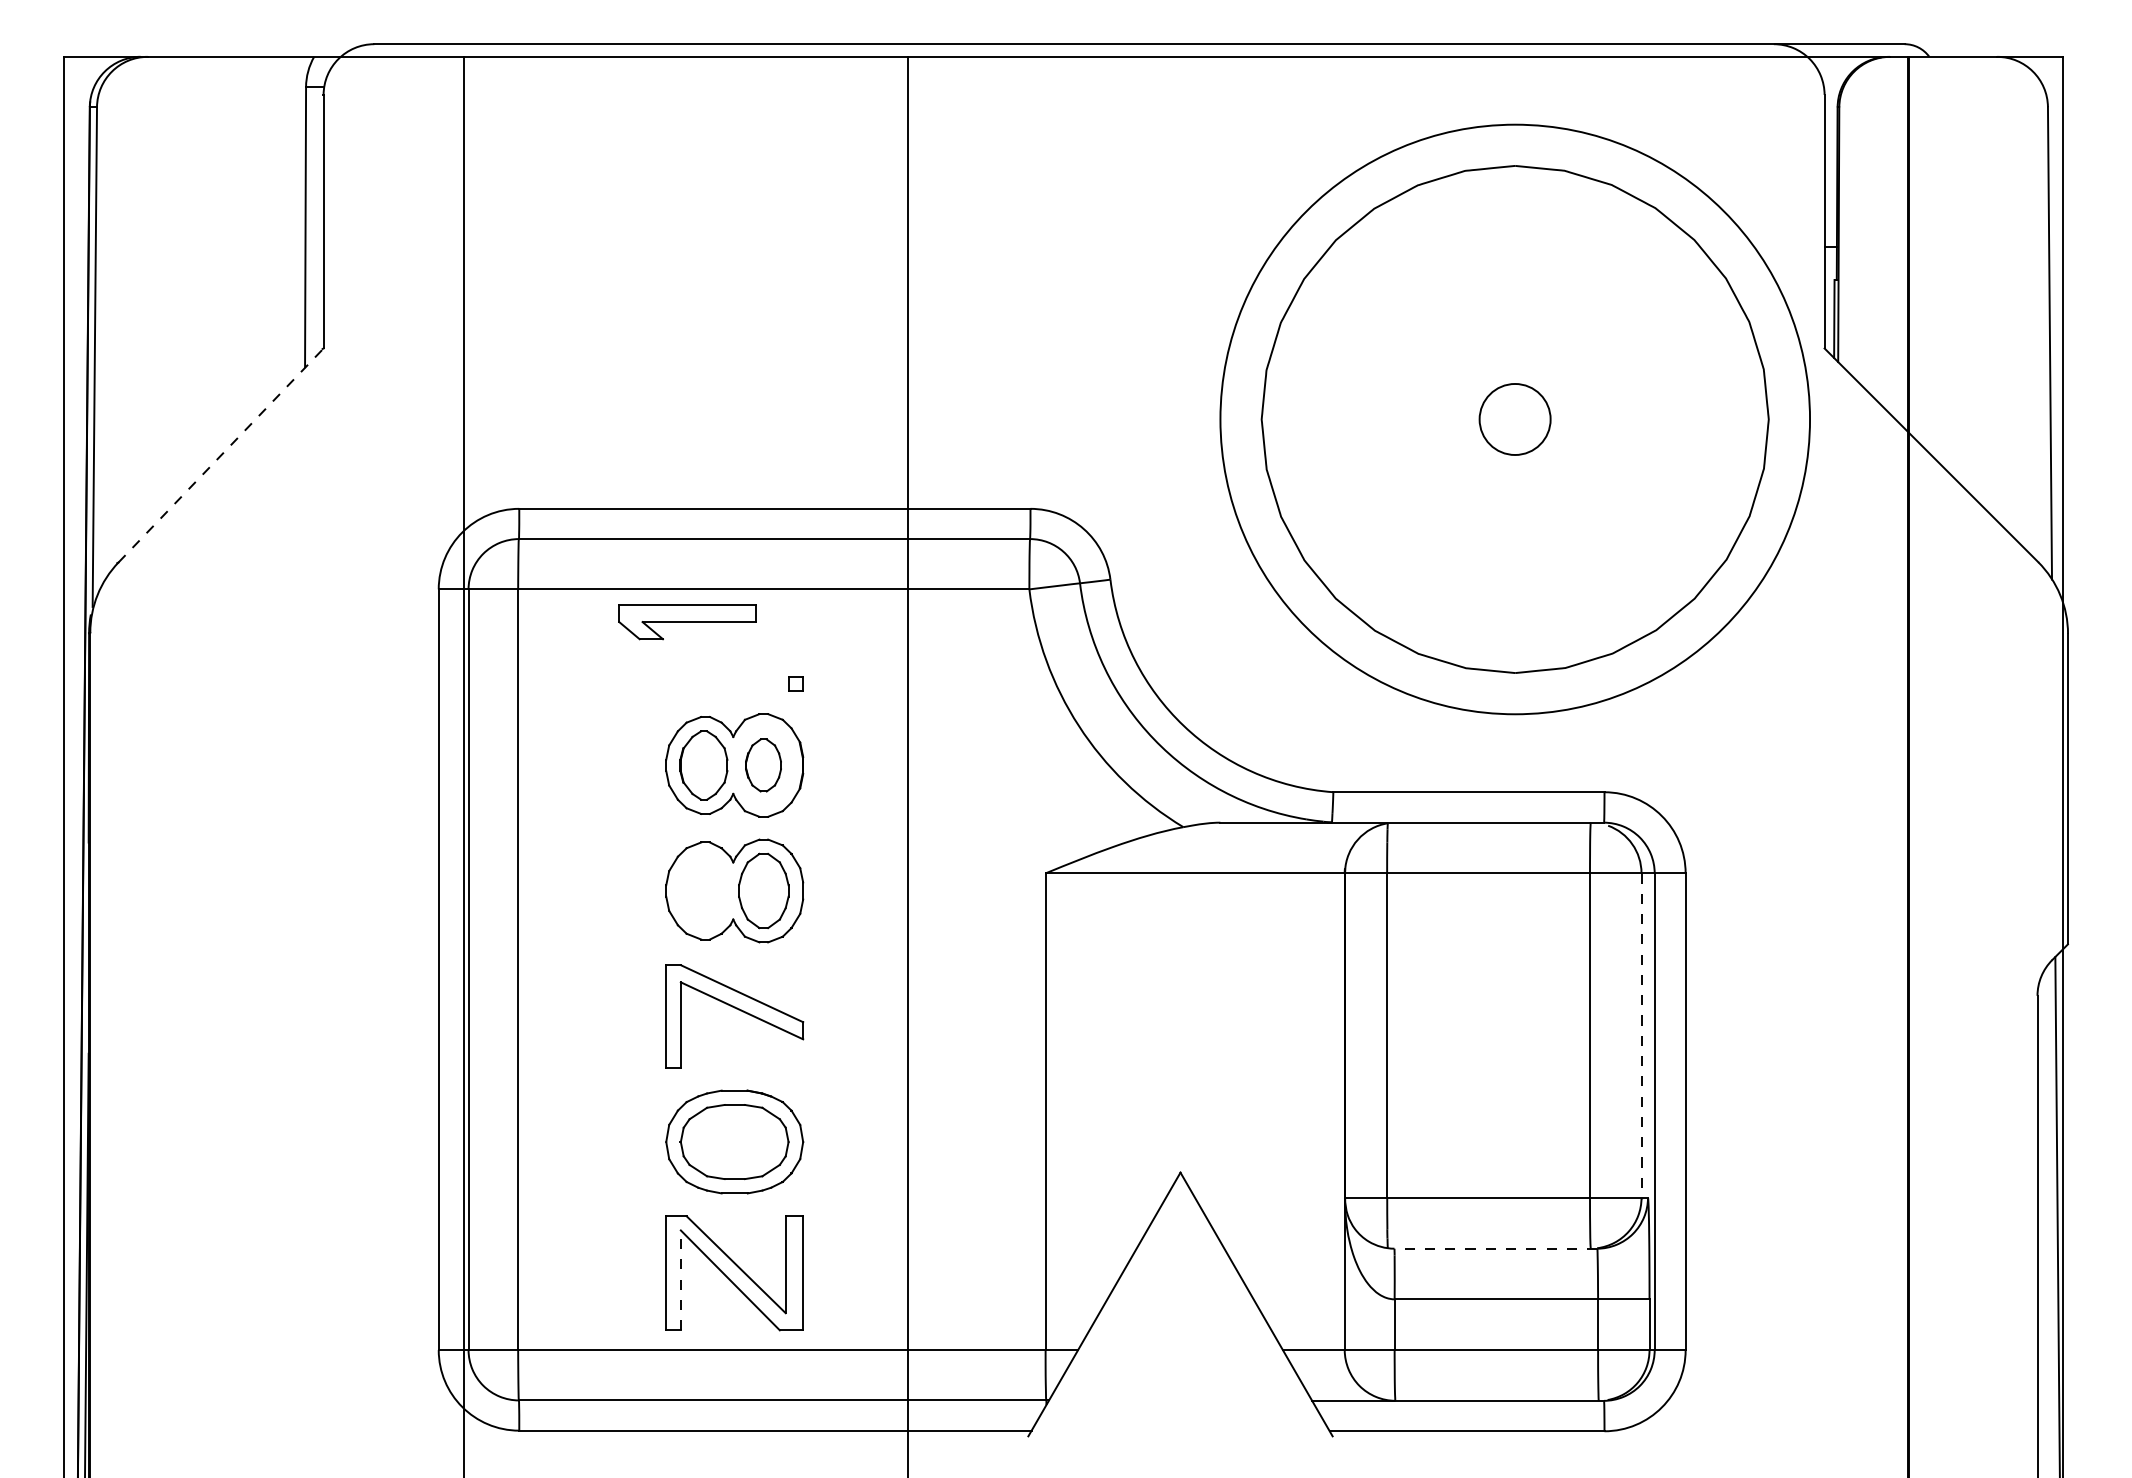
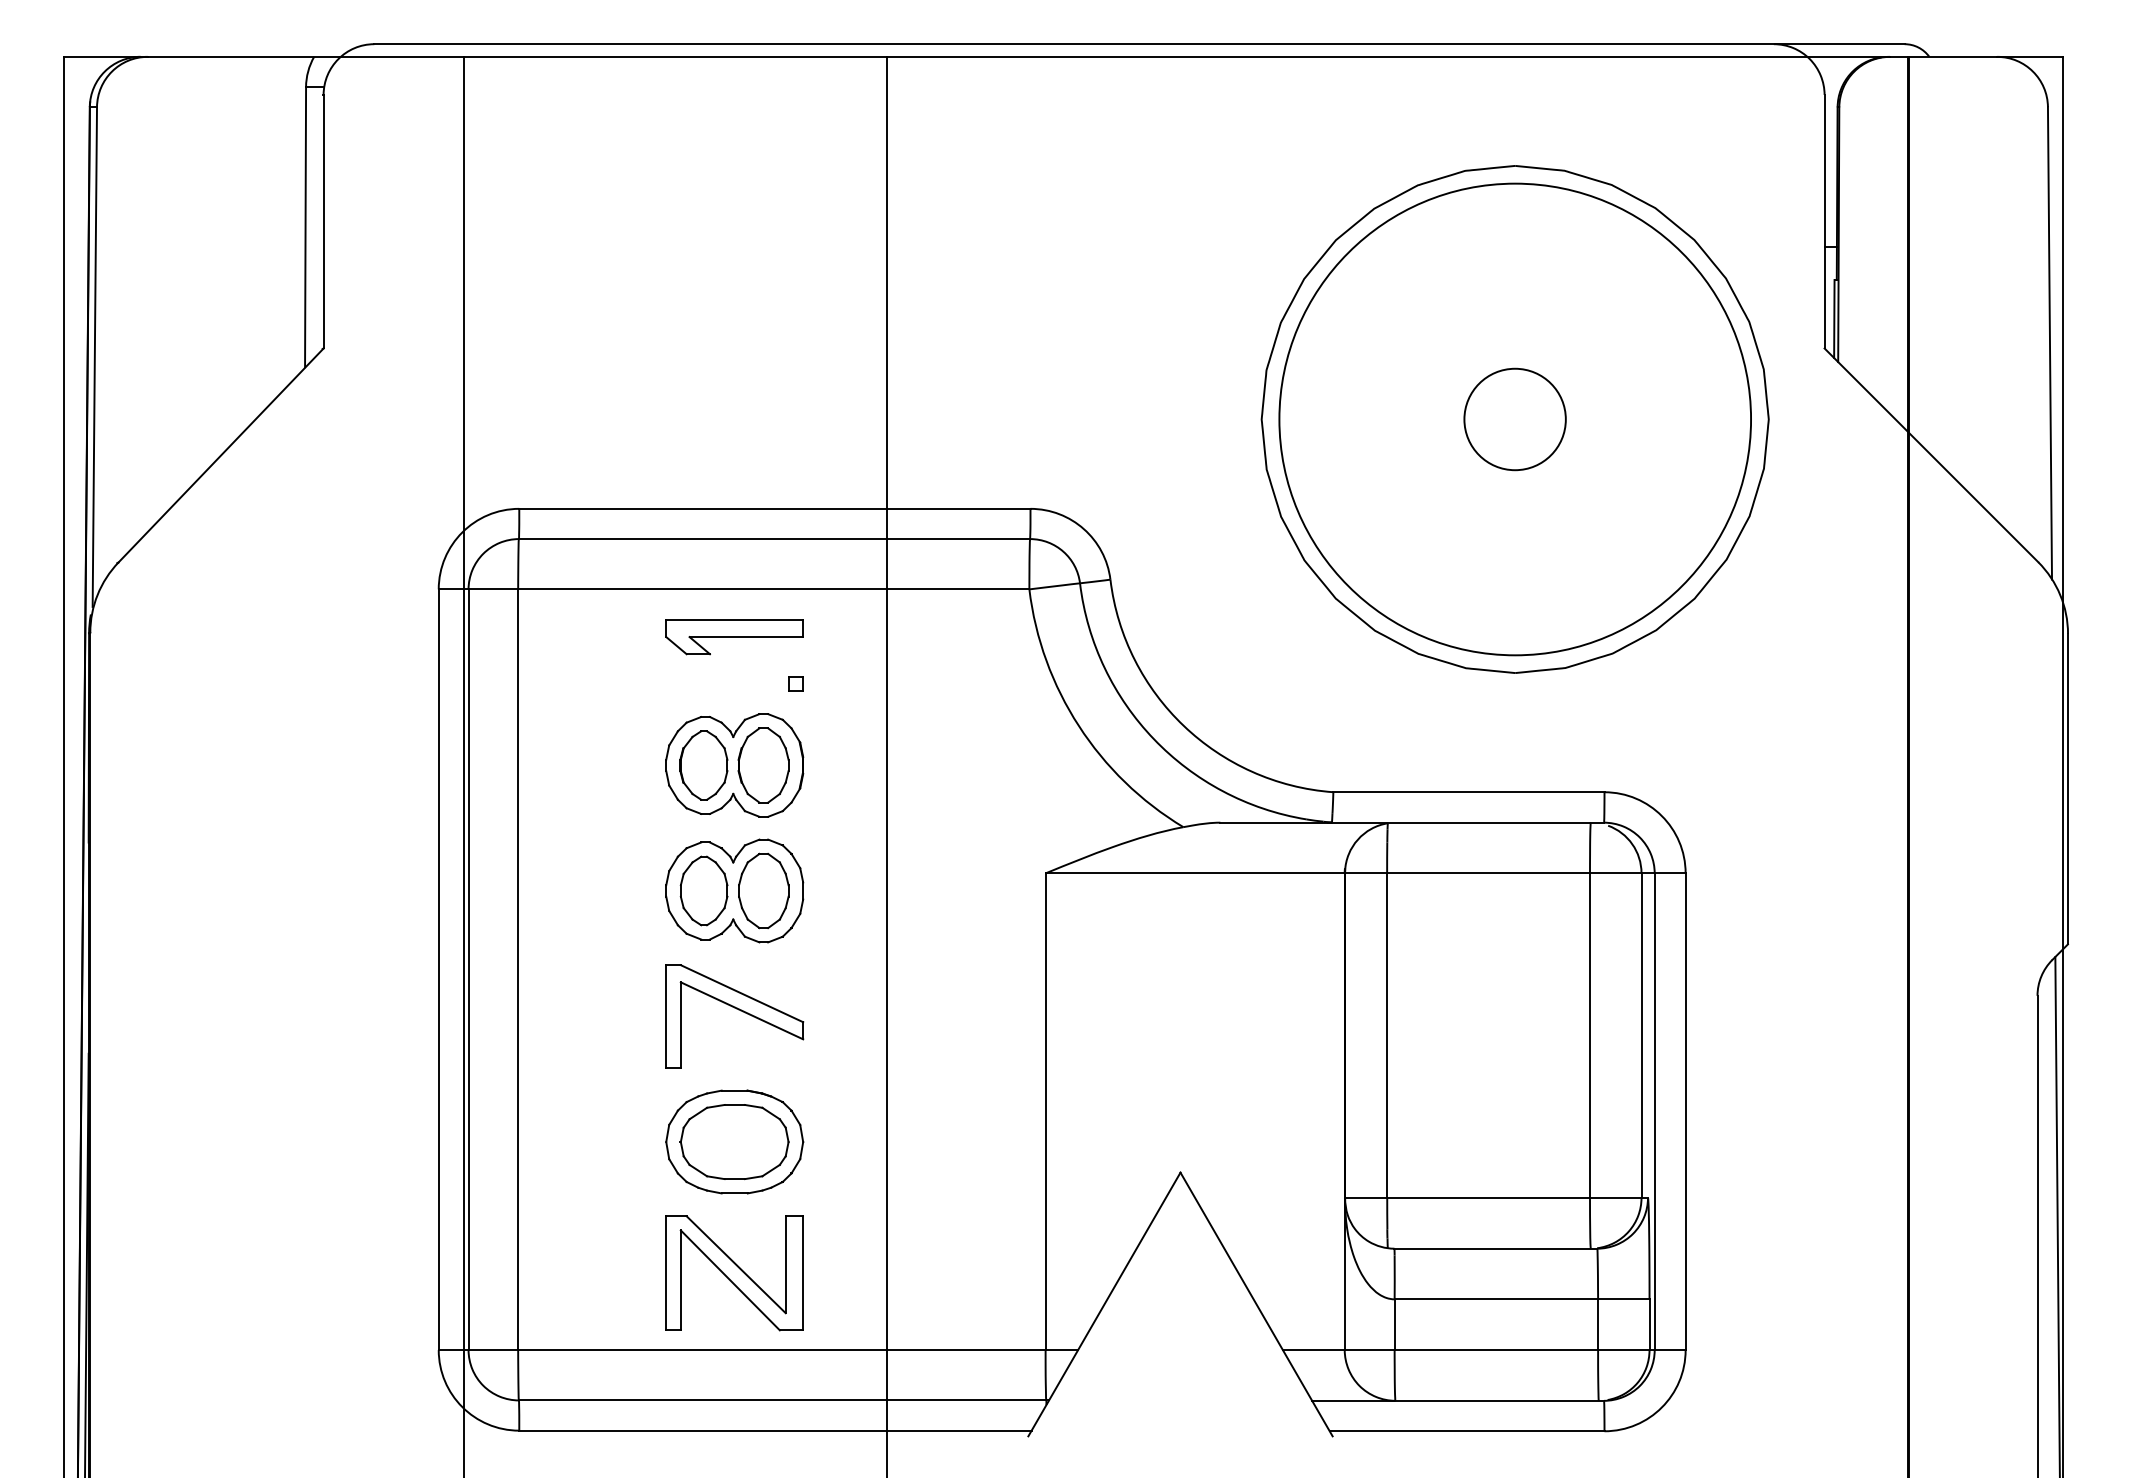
circle at (1514, 419) diameter: 71 px -> 101 px
circle at (1515, 419) diameter: 590 px -> 472 px
line at (221, 455): dashed -> solid
part at (687, 622) position: (687, 622) -> (734, 637)
part at (763, 765) size: 37x55 px -> 53x77 px
line at (907, 765) position: (907, 765) -> (886, 765)
part at (703, 890): none -> present
line at (1641, 1036): dashed -> solid
line at (1495, 1248): dashed -> solid
line at (680, 1280): dashed -> solid
